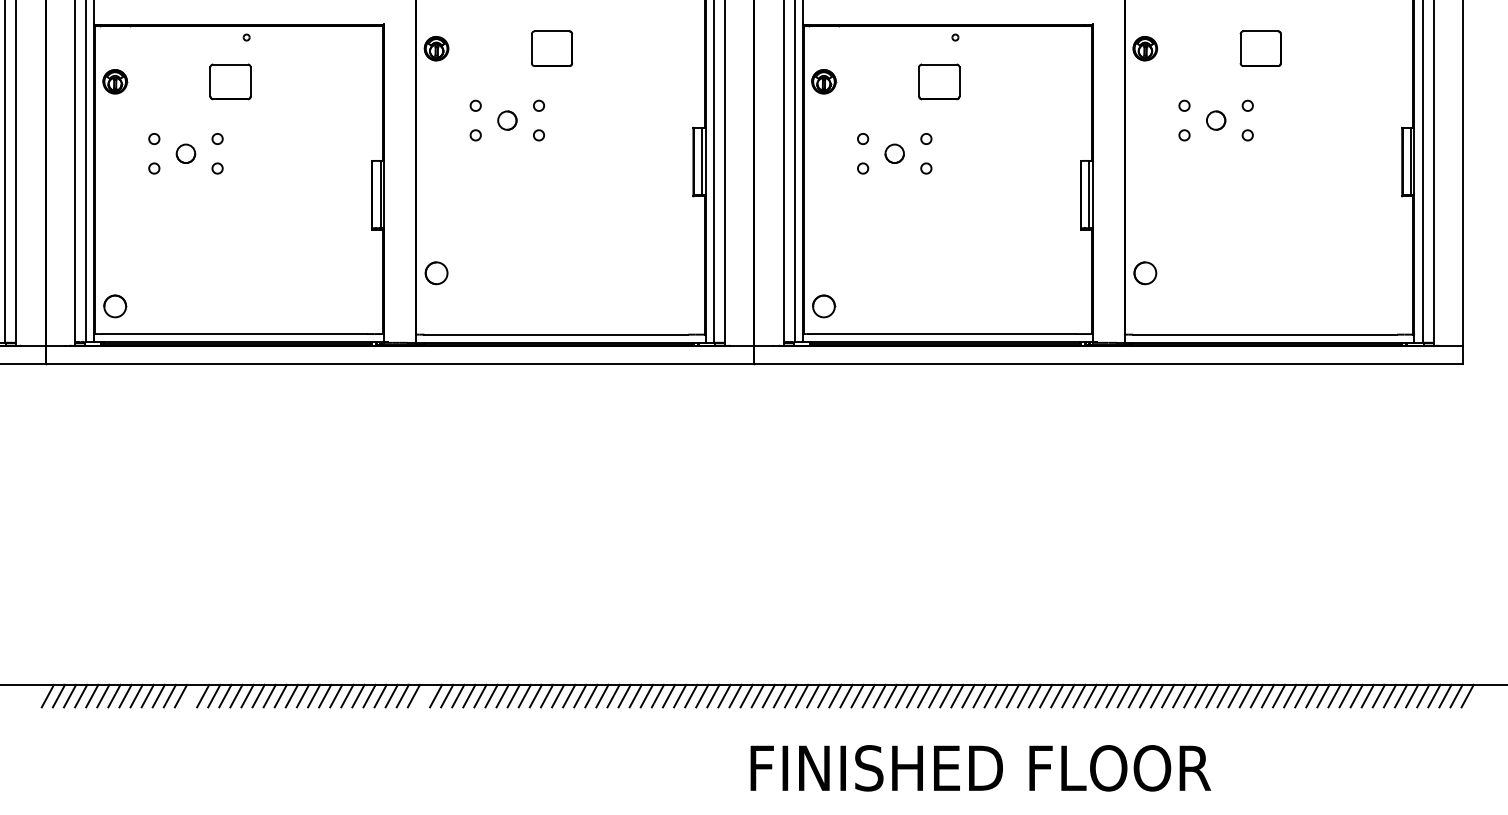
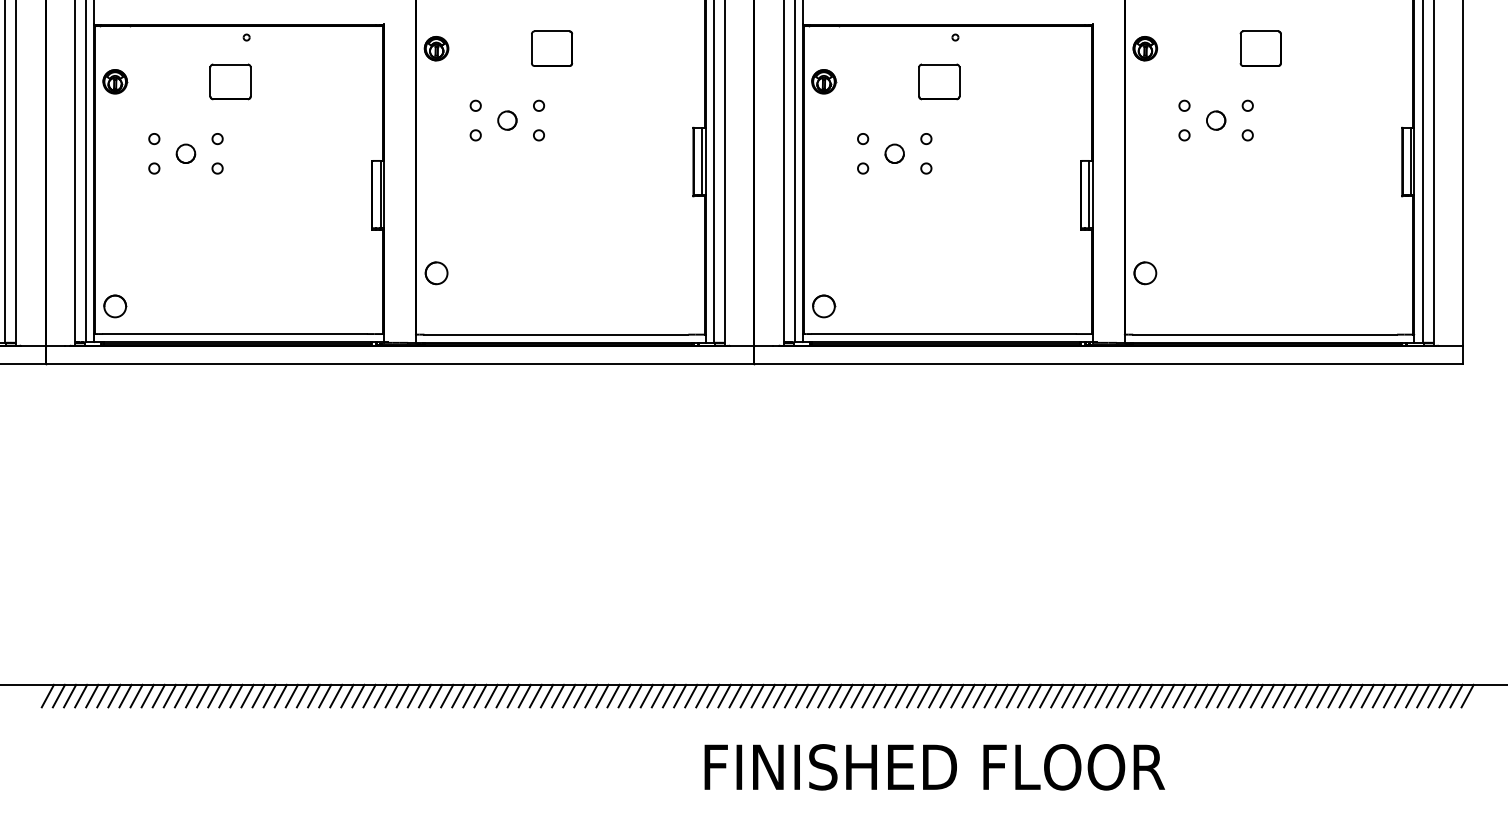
line at (192, 695): none -> present
line at (424, 695): none -> present
text at (980, 768) position: (980, 768) -> (934, 767)
